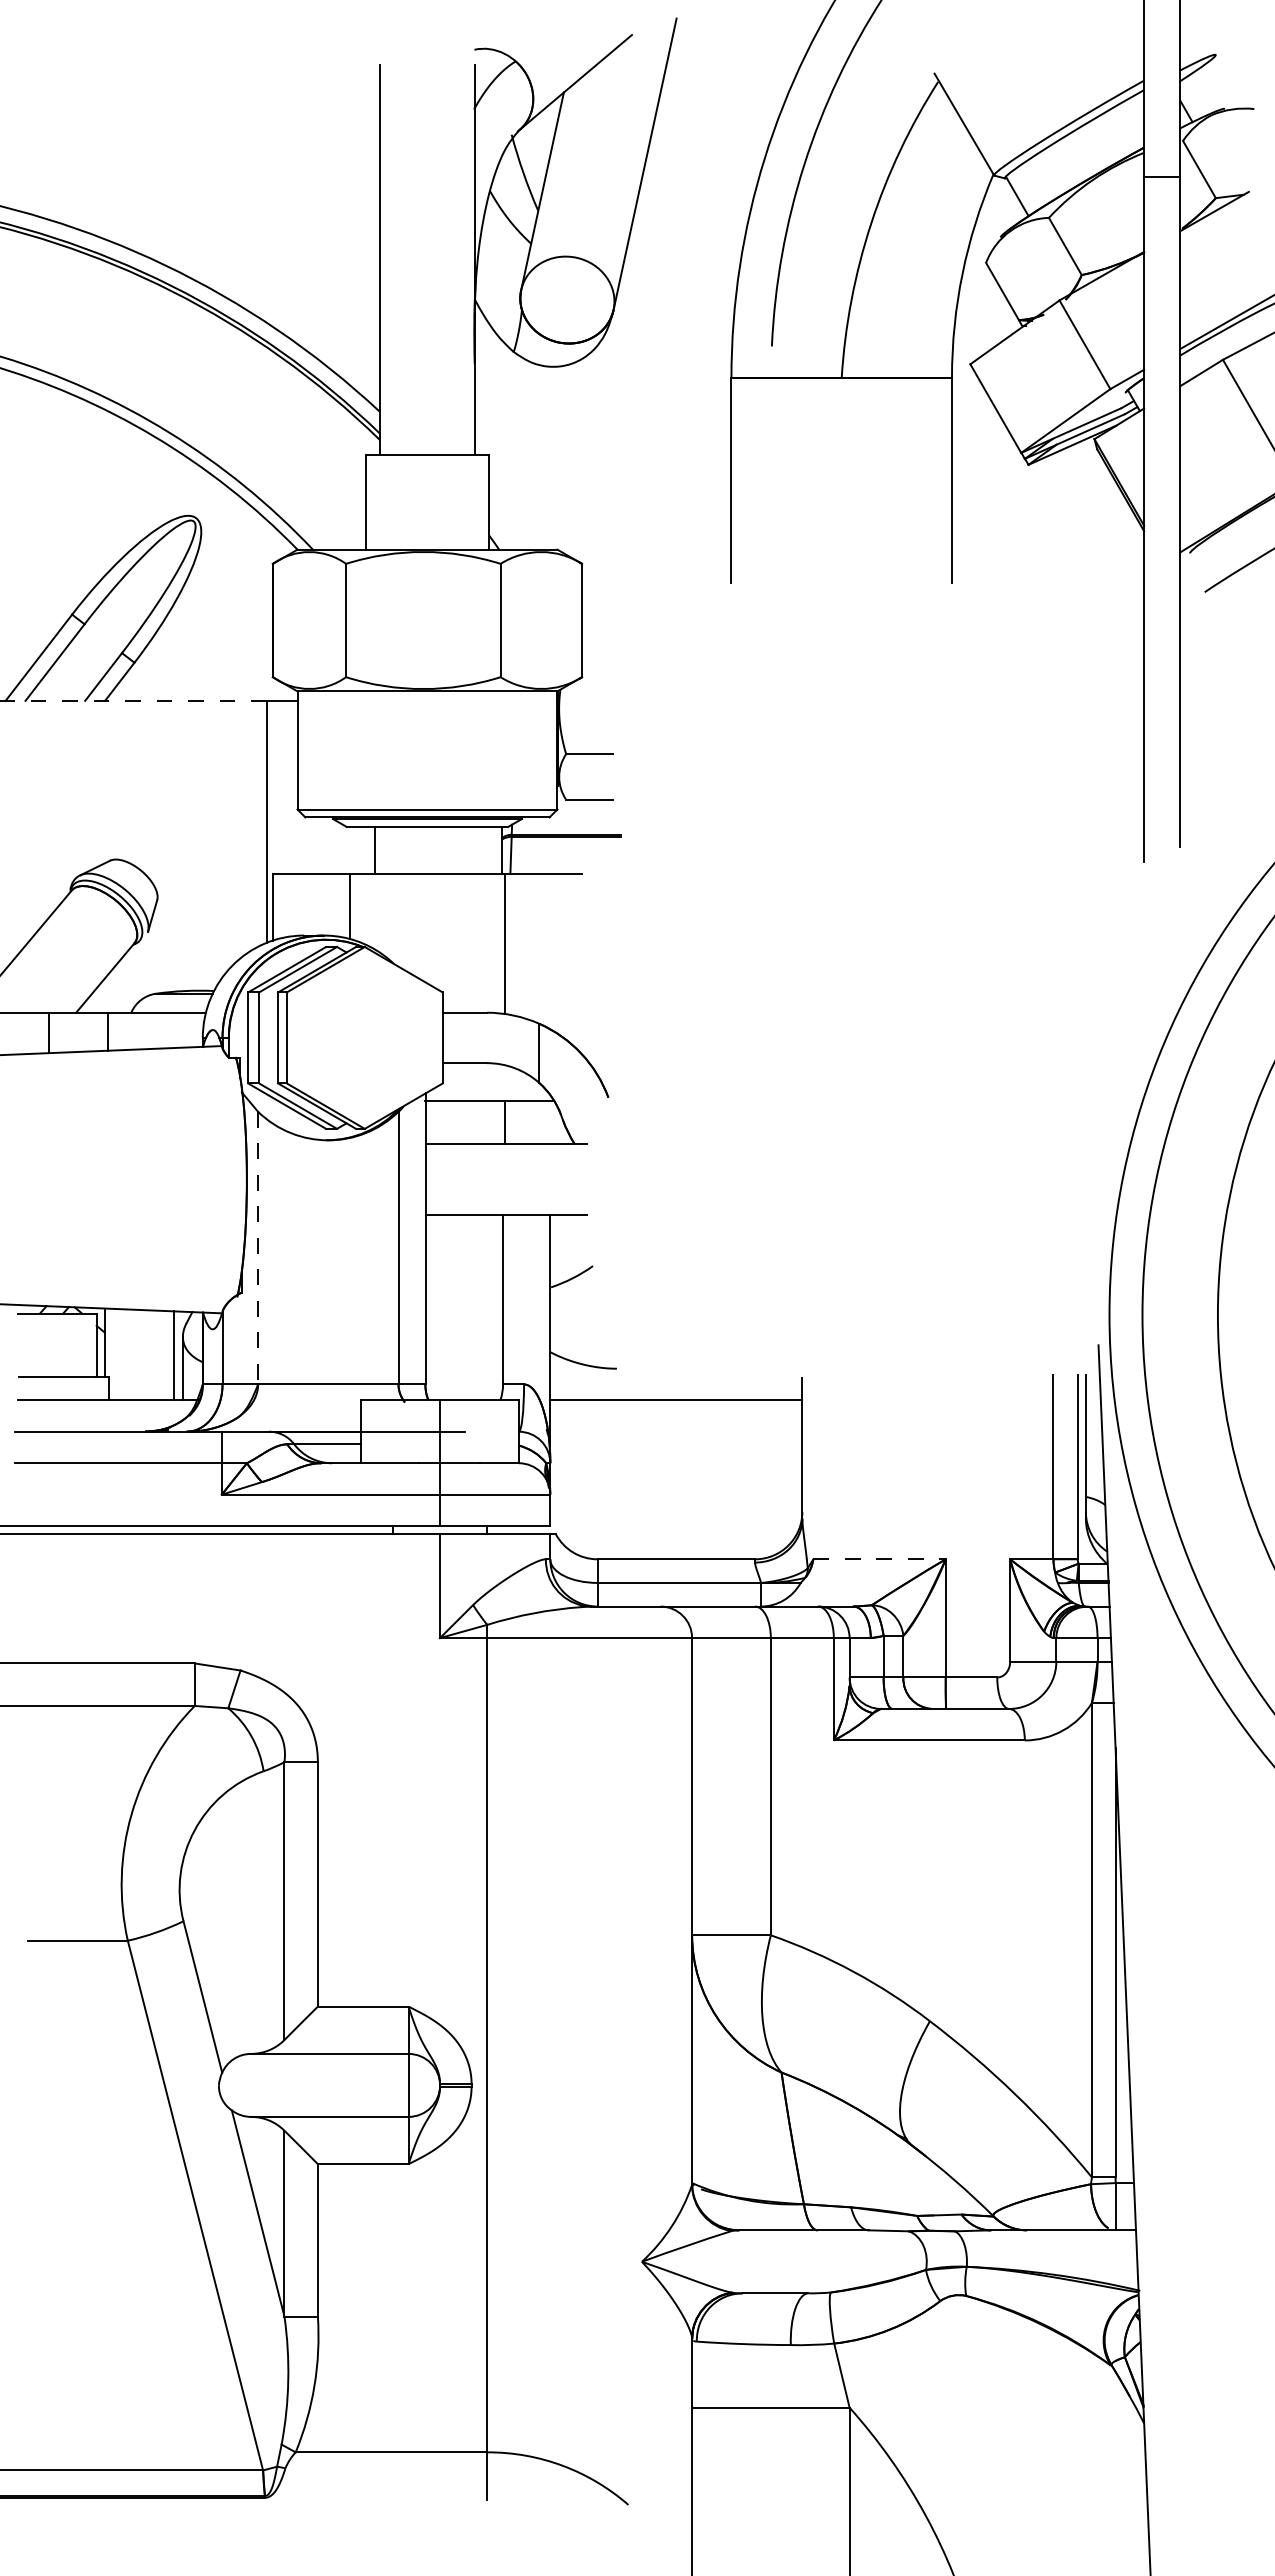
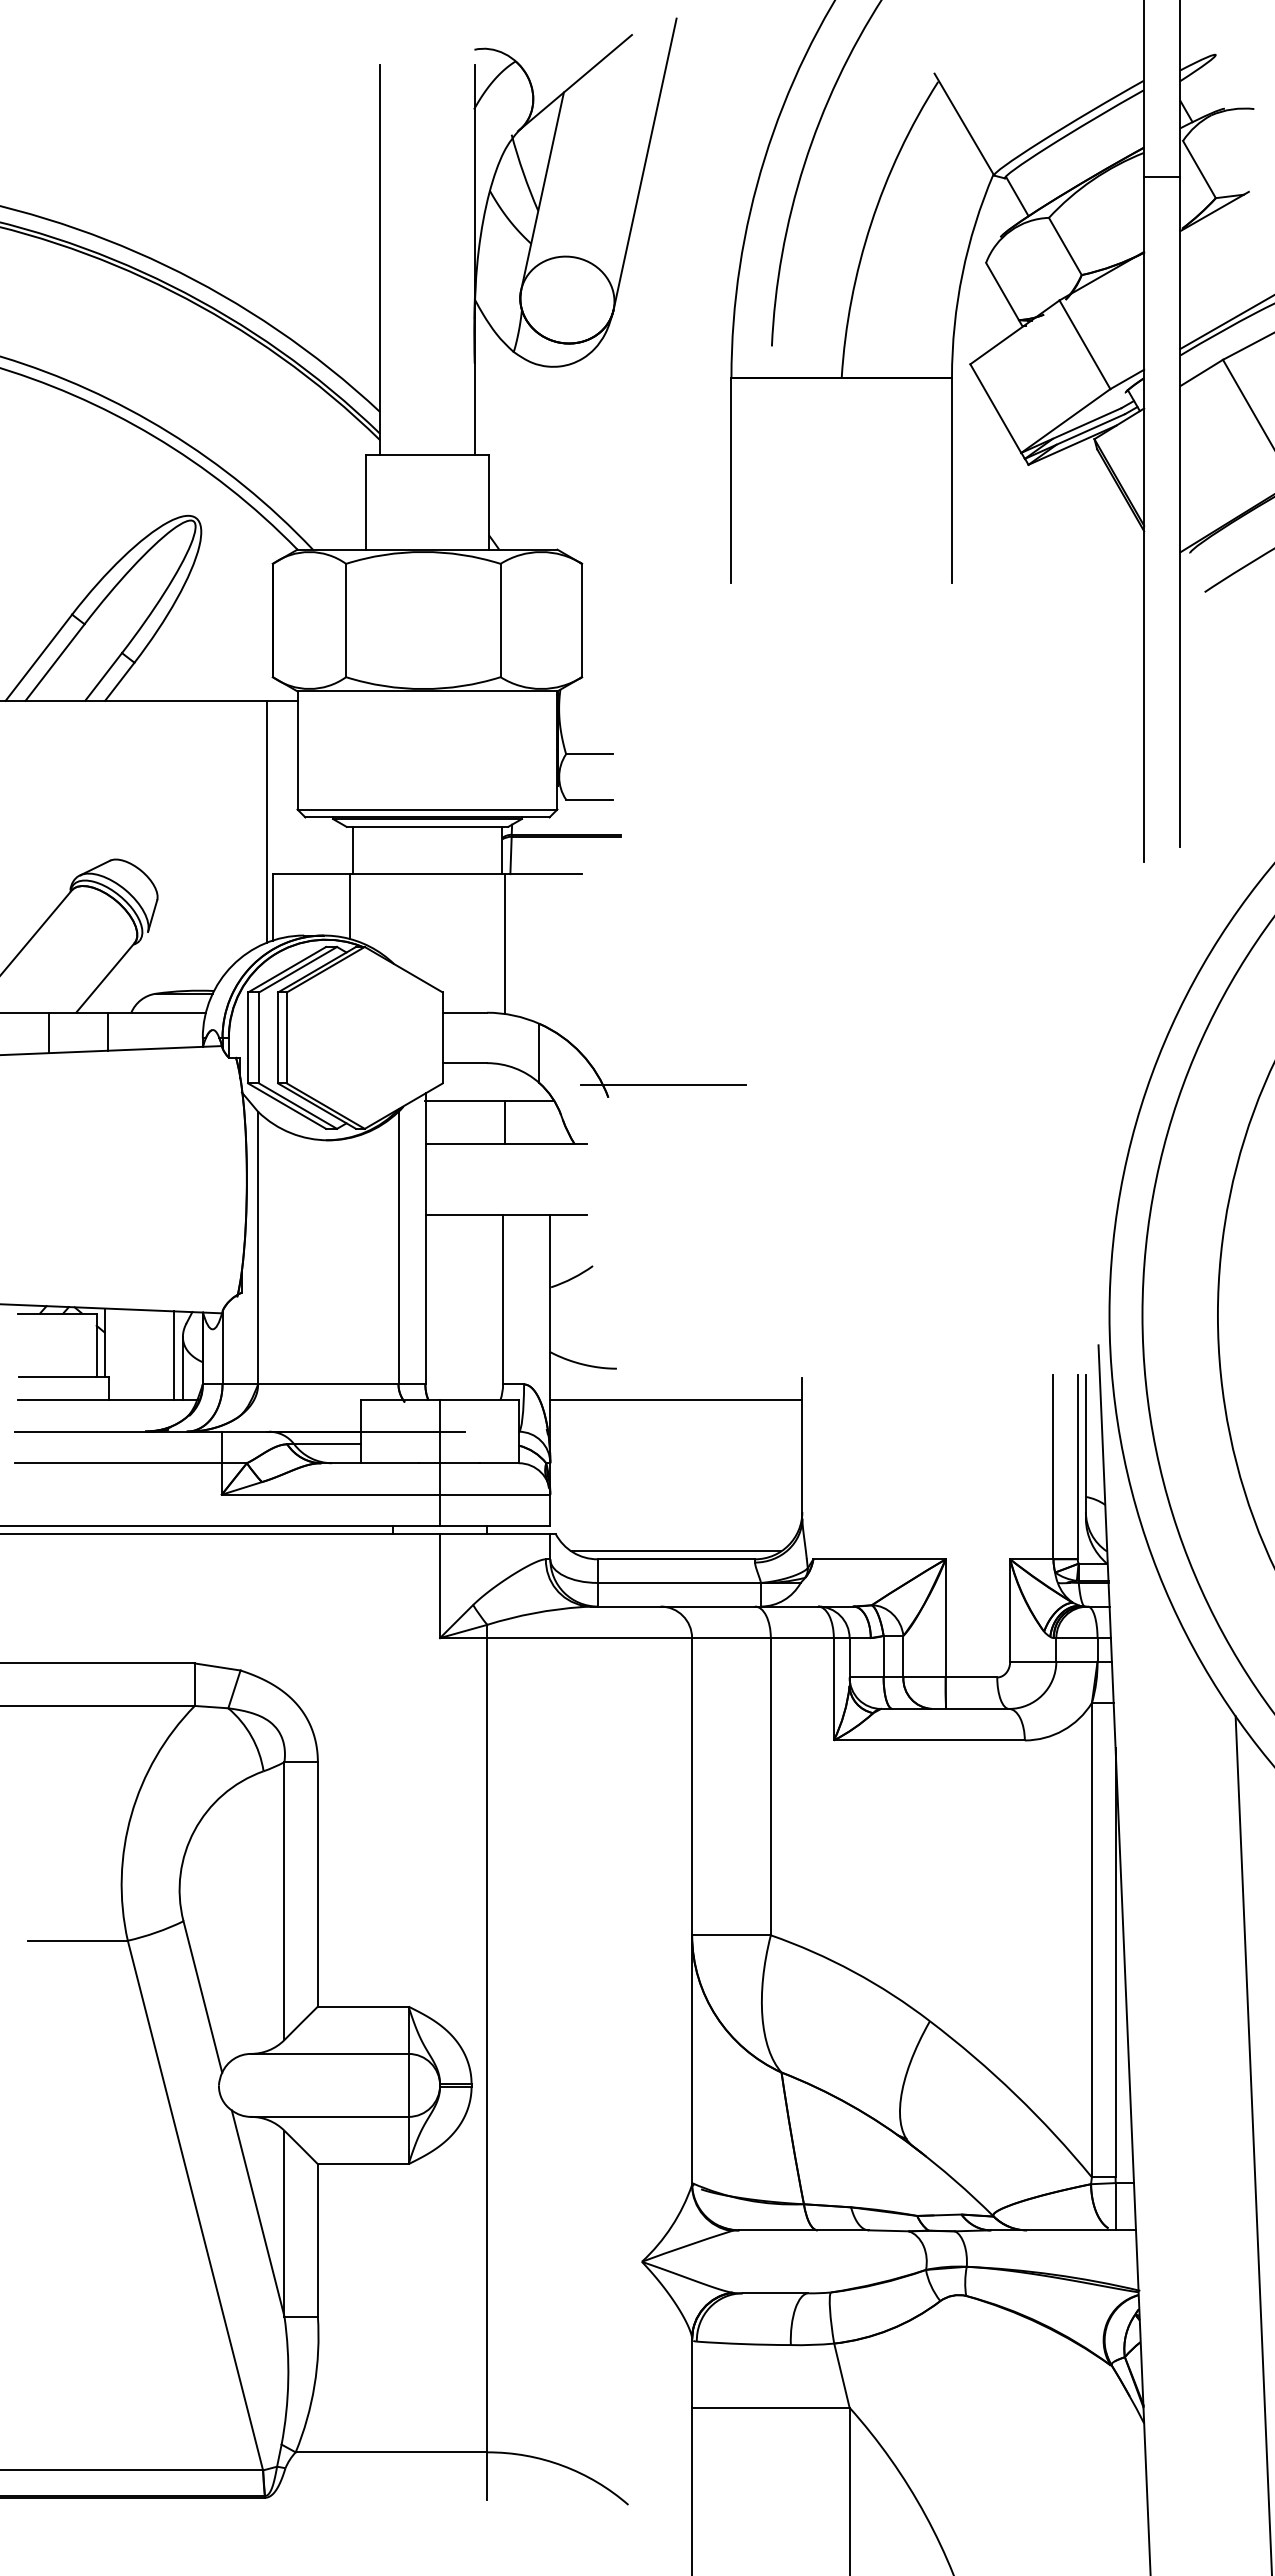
line at (132, 700): dashed -> solid
line at (374, 850) position: (374, 850) -> (352, 850)
line at (663, 1085): none -> present
line at (258, 1248): dashed -> solid
line at (676, 1551): none -> present
line at (880, 1559): dashed -> solid
line at (1253, 2144): none -> present
